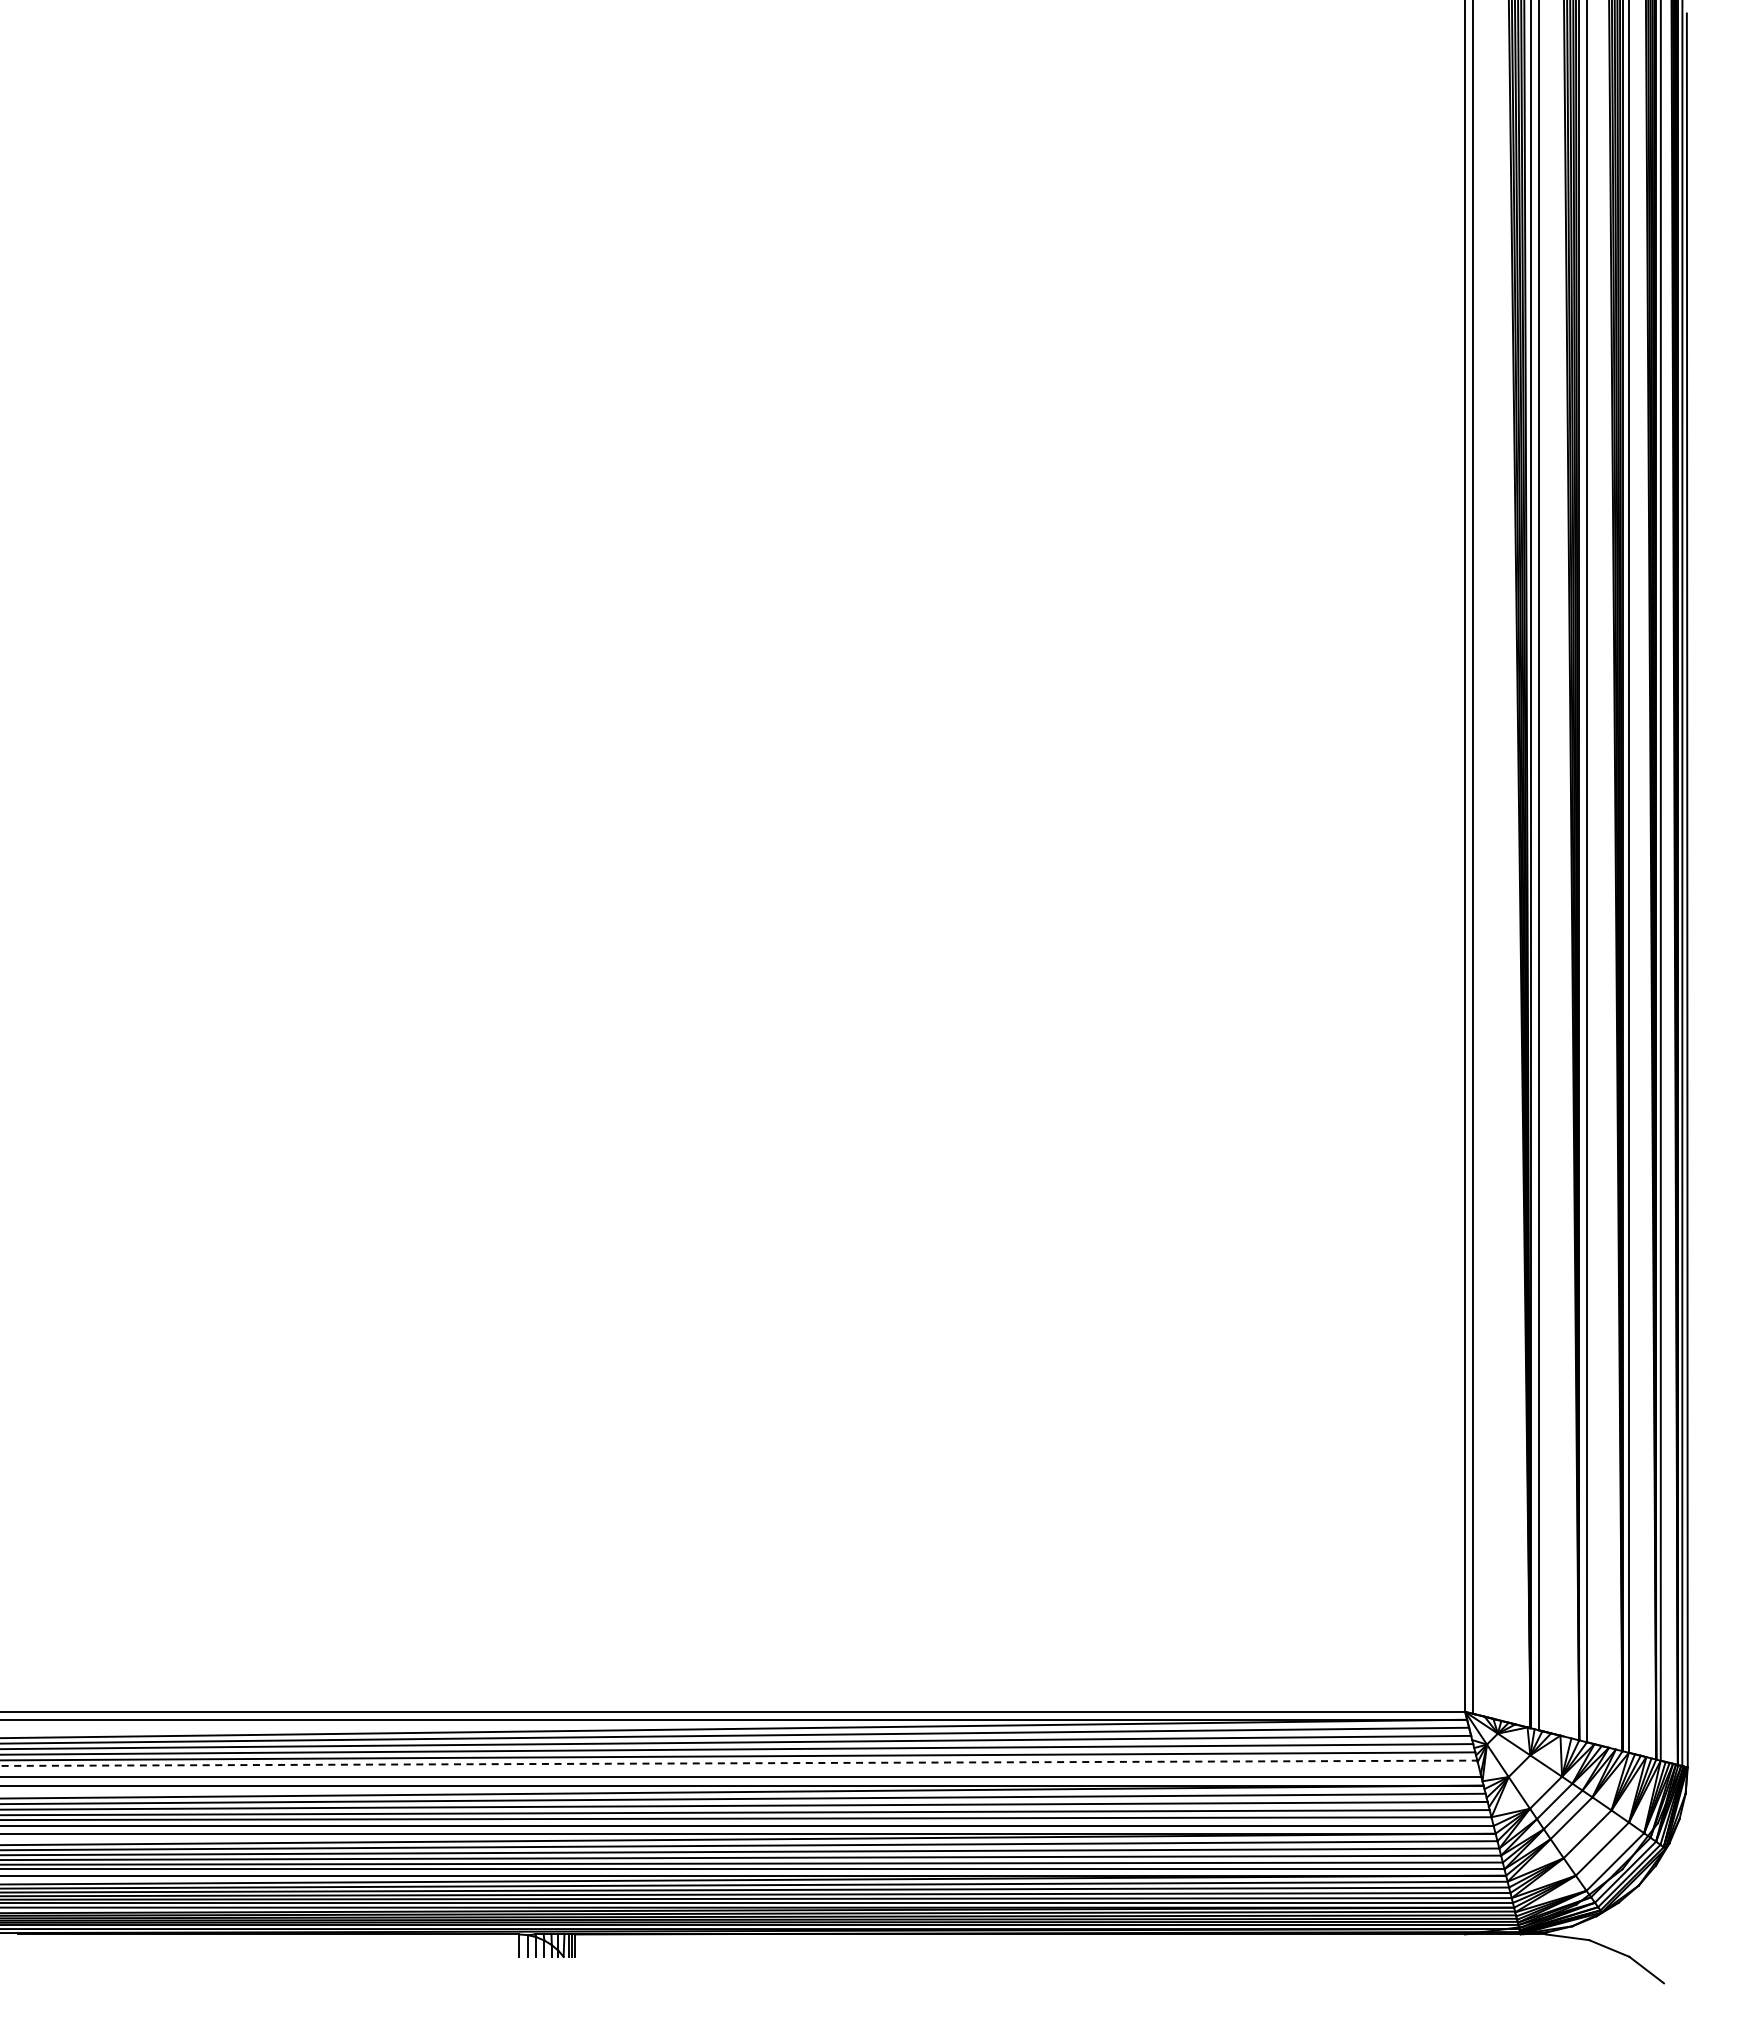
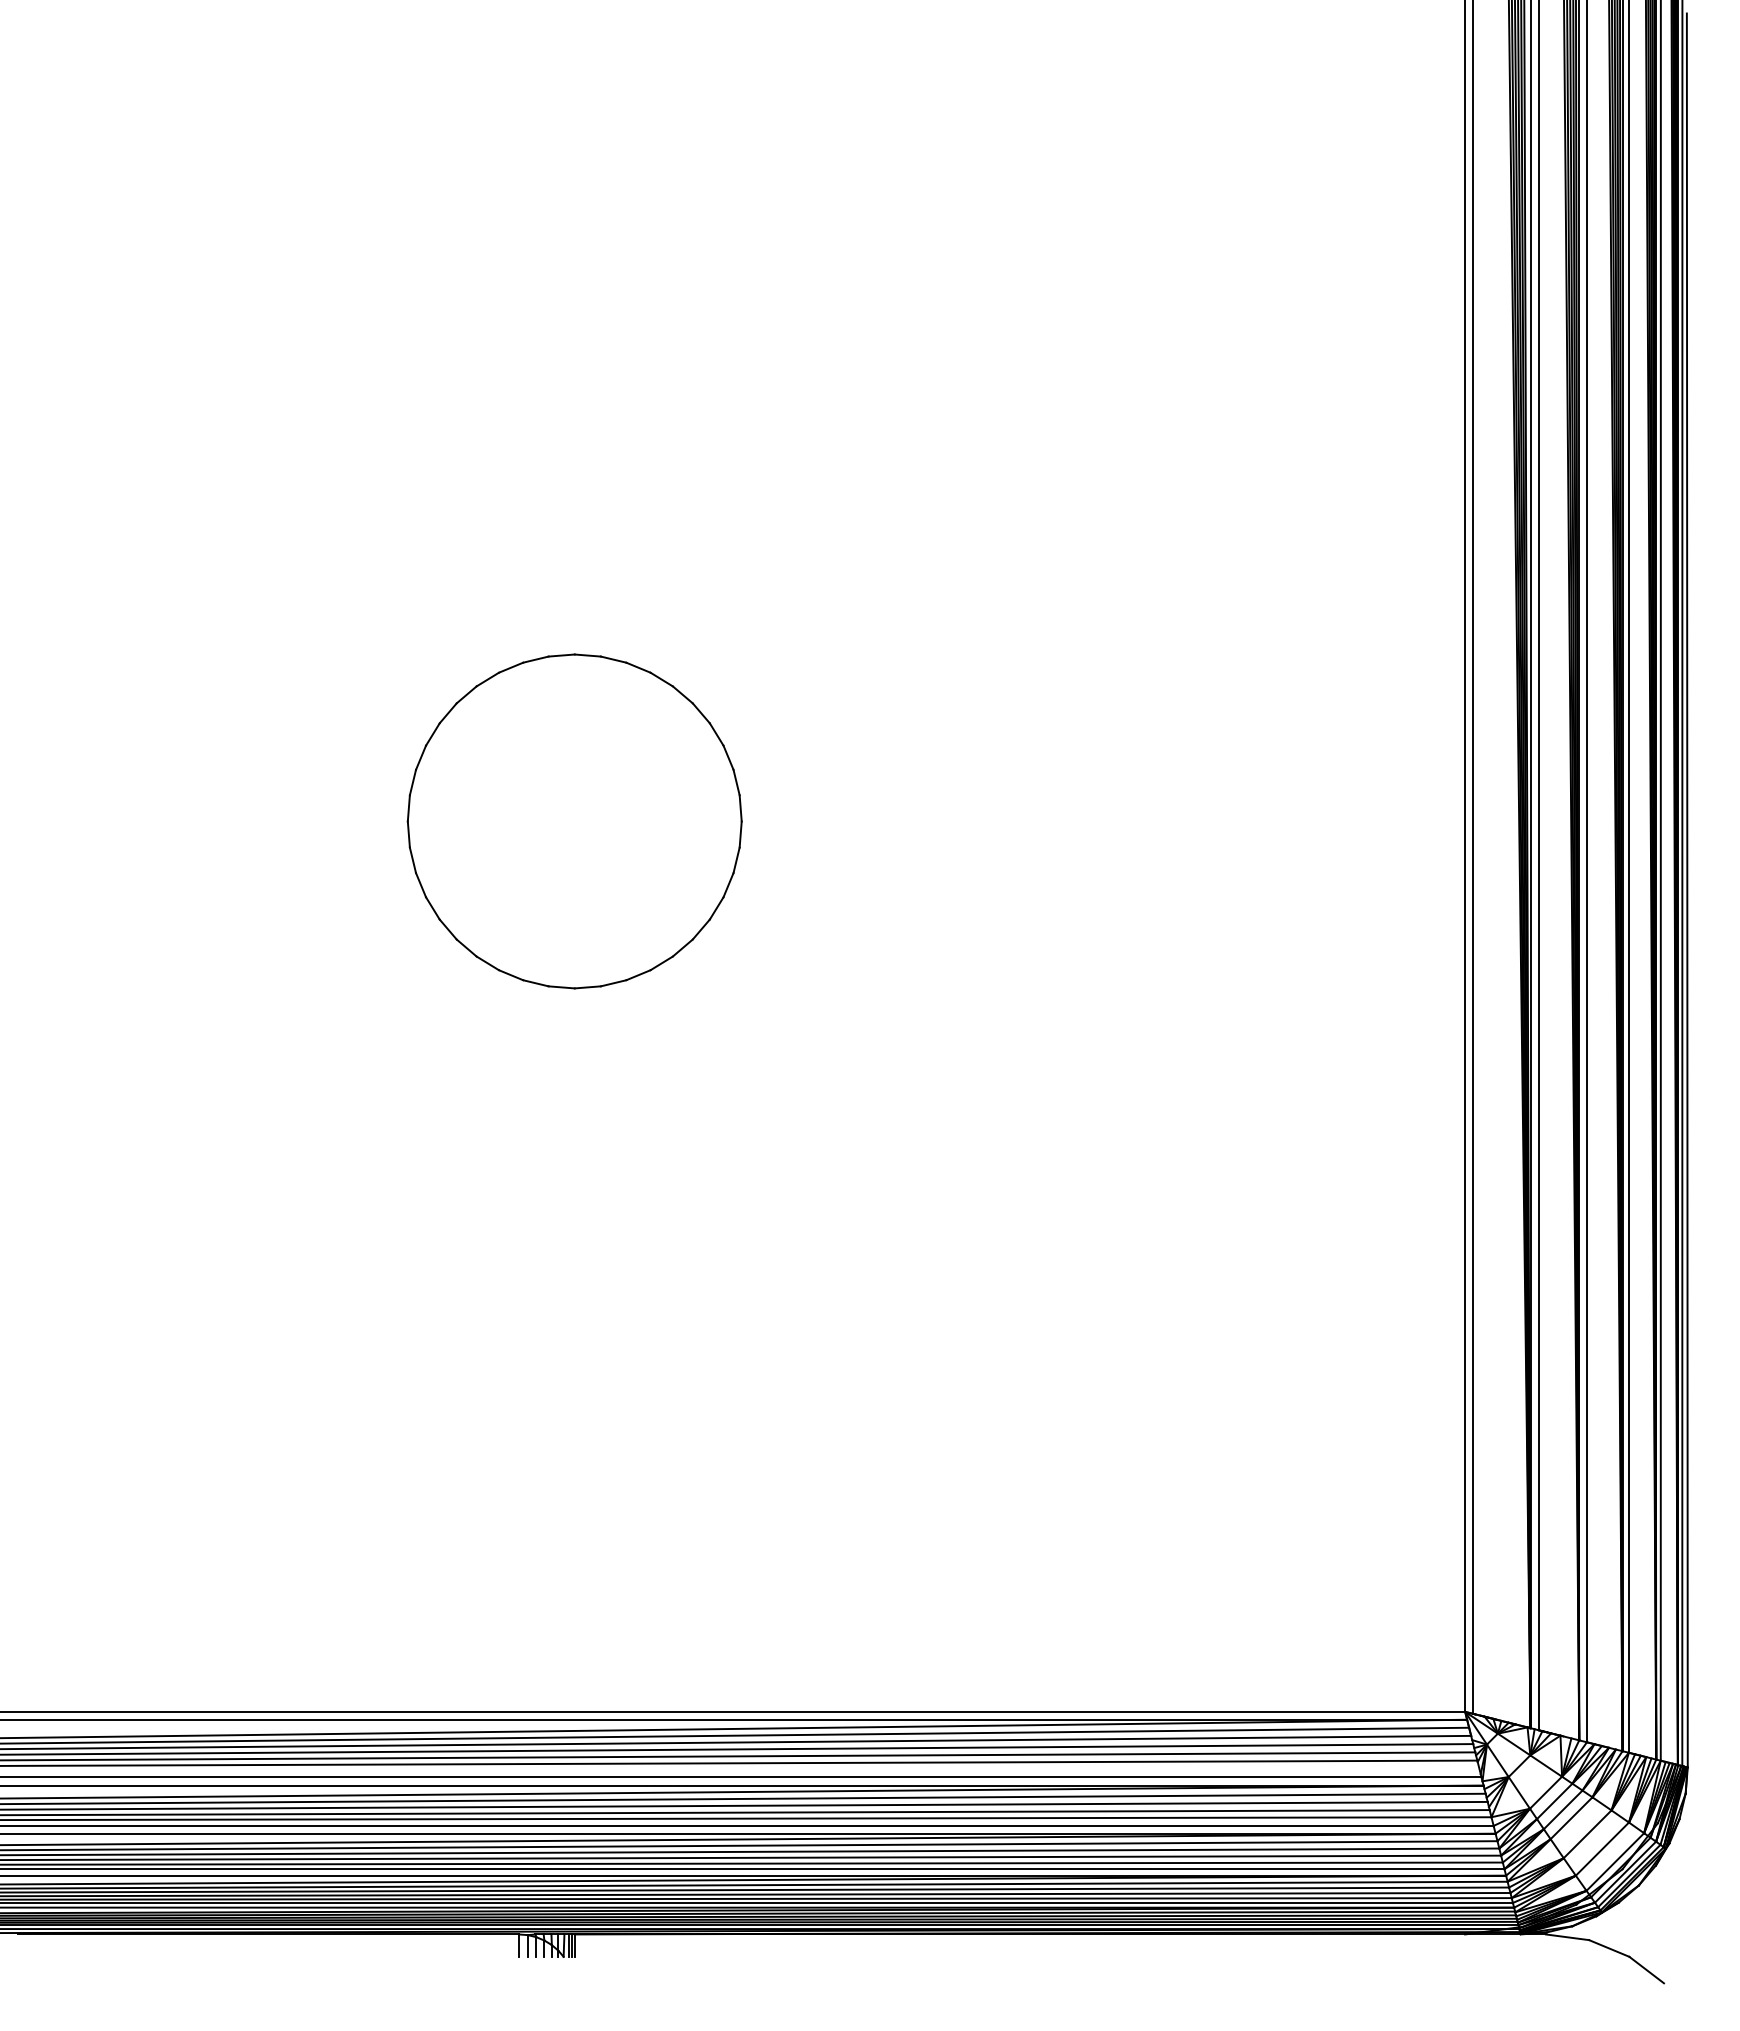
part at (574, 821): none -> present
line at (739, 1763): dashed -> solid
